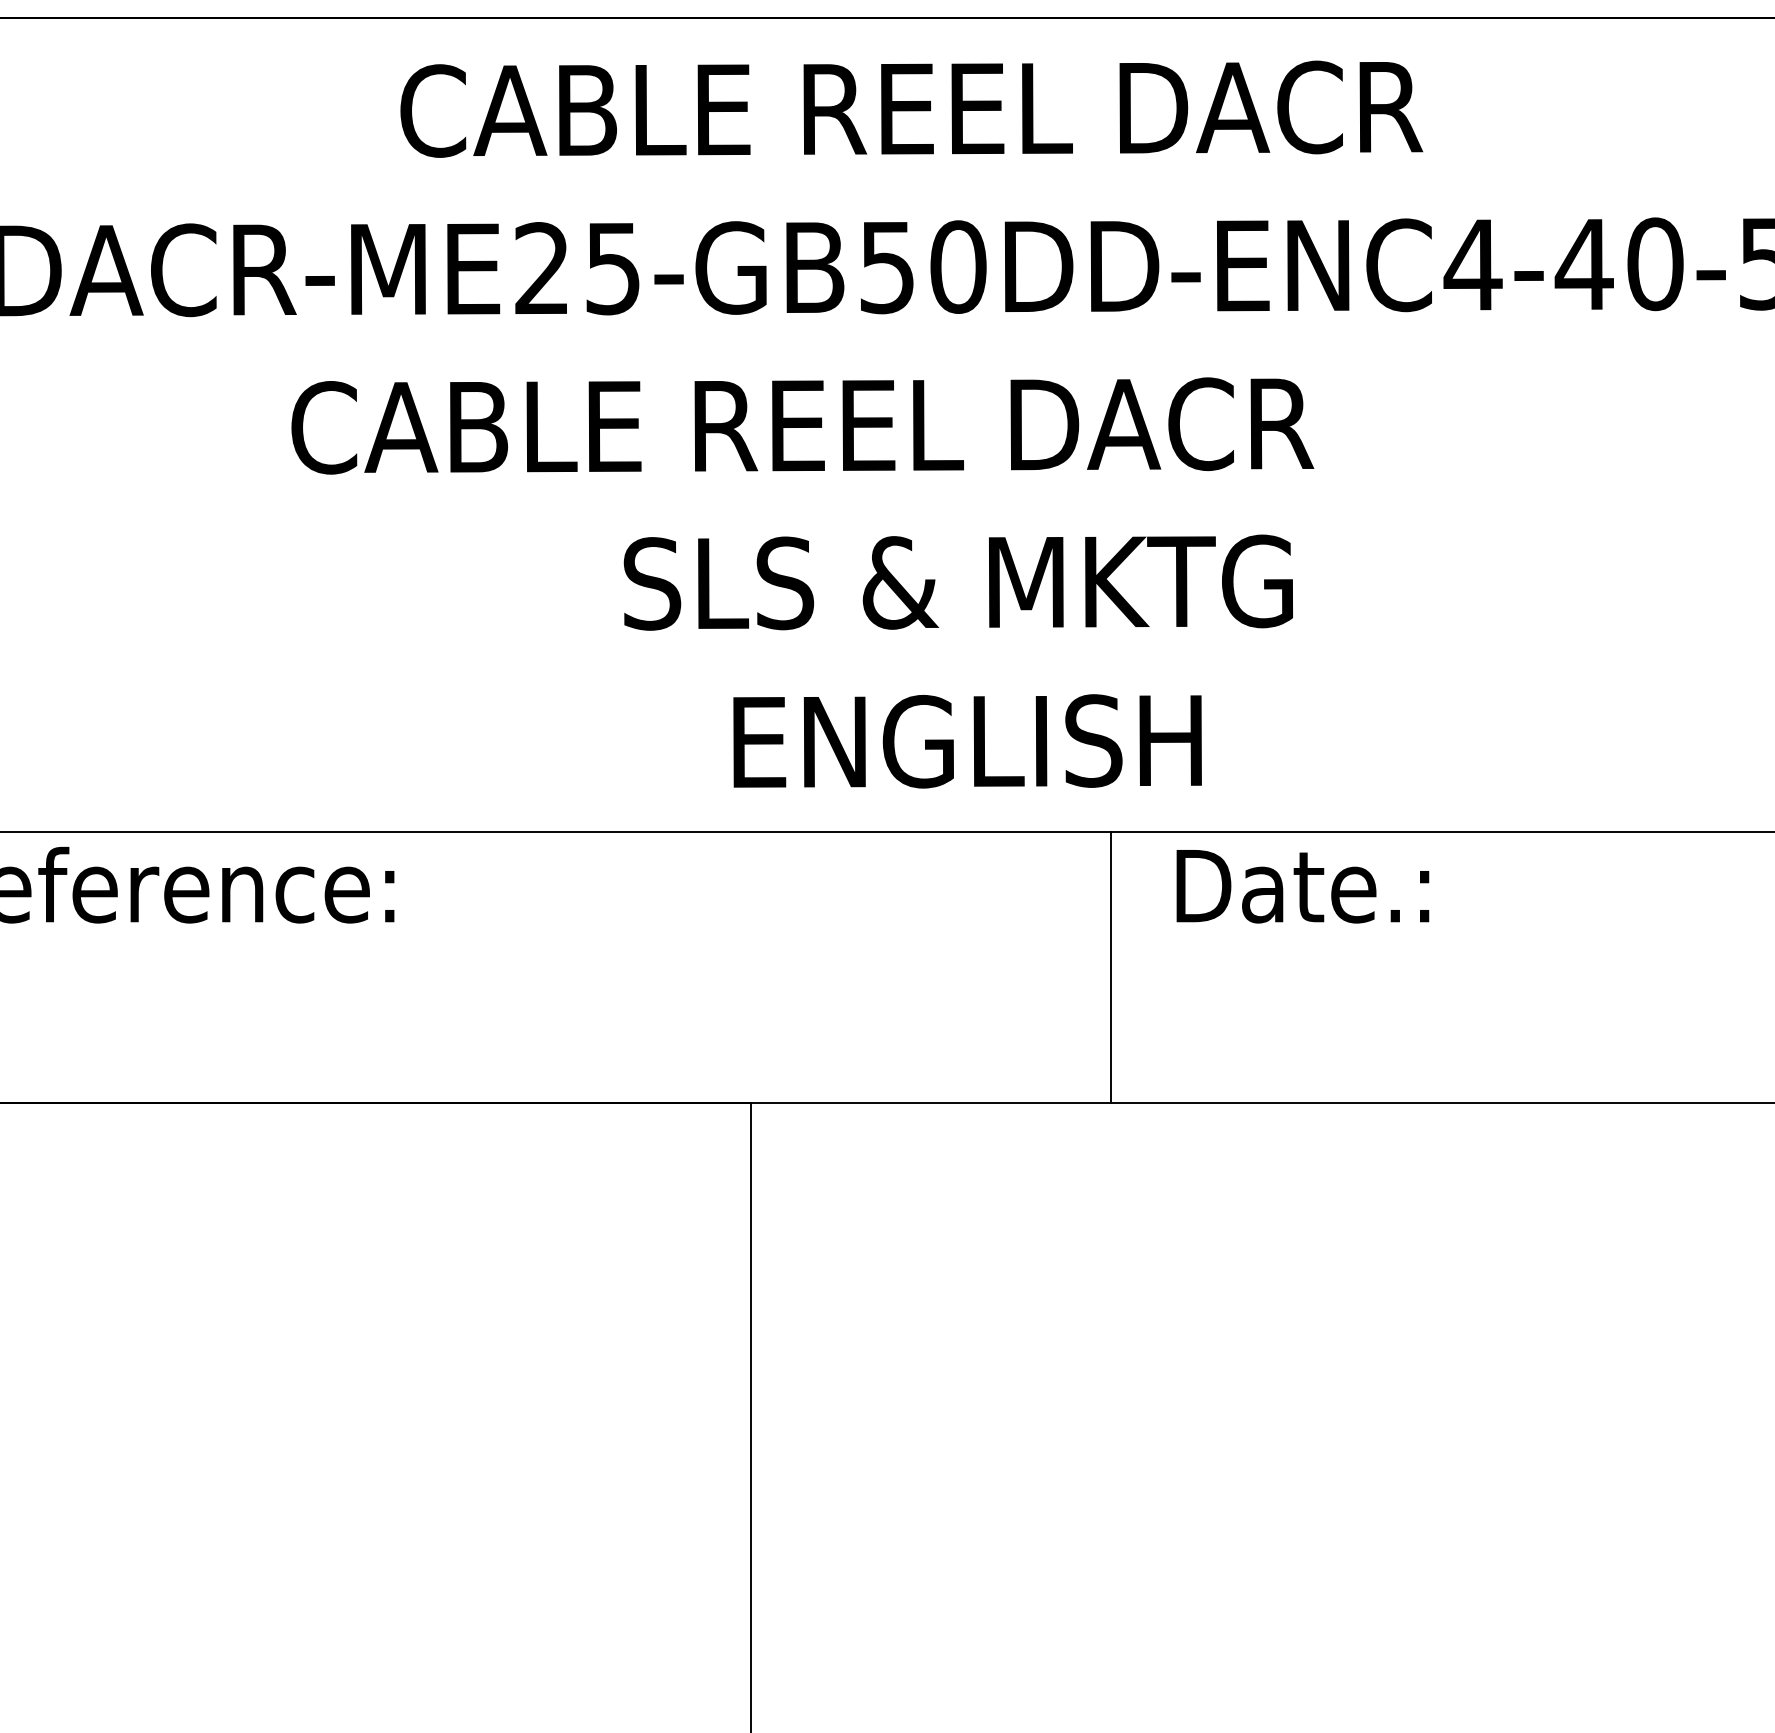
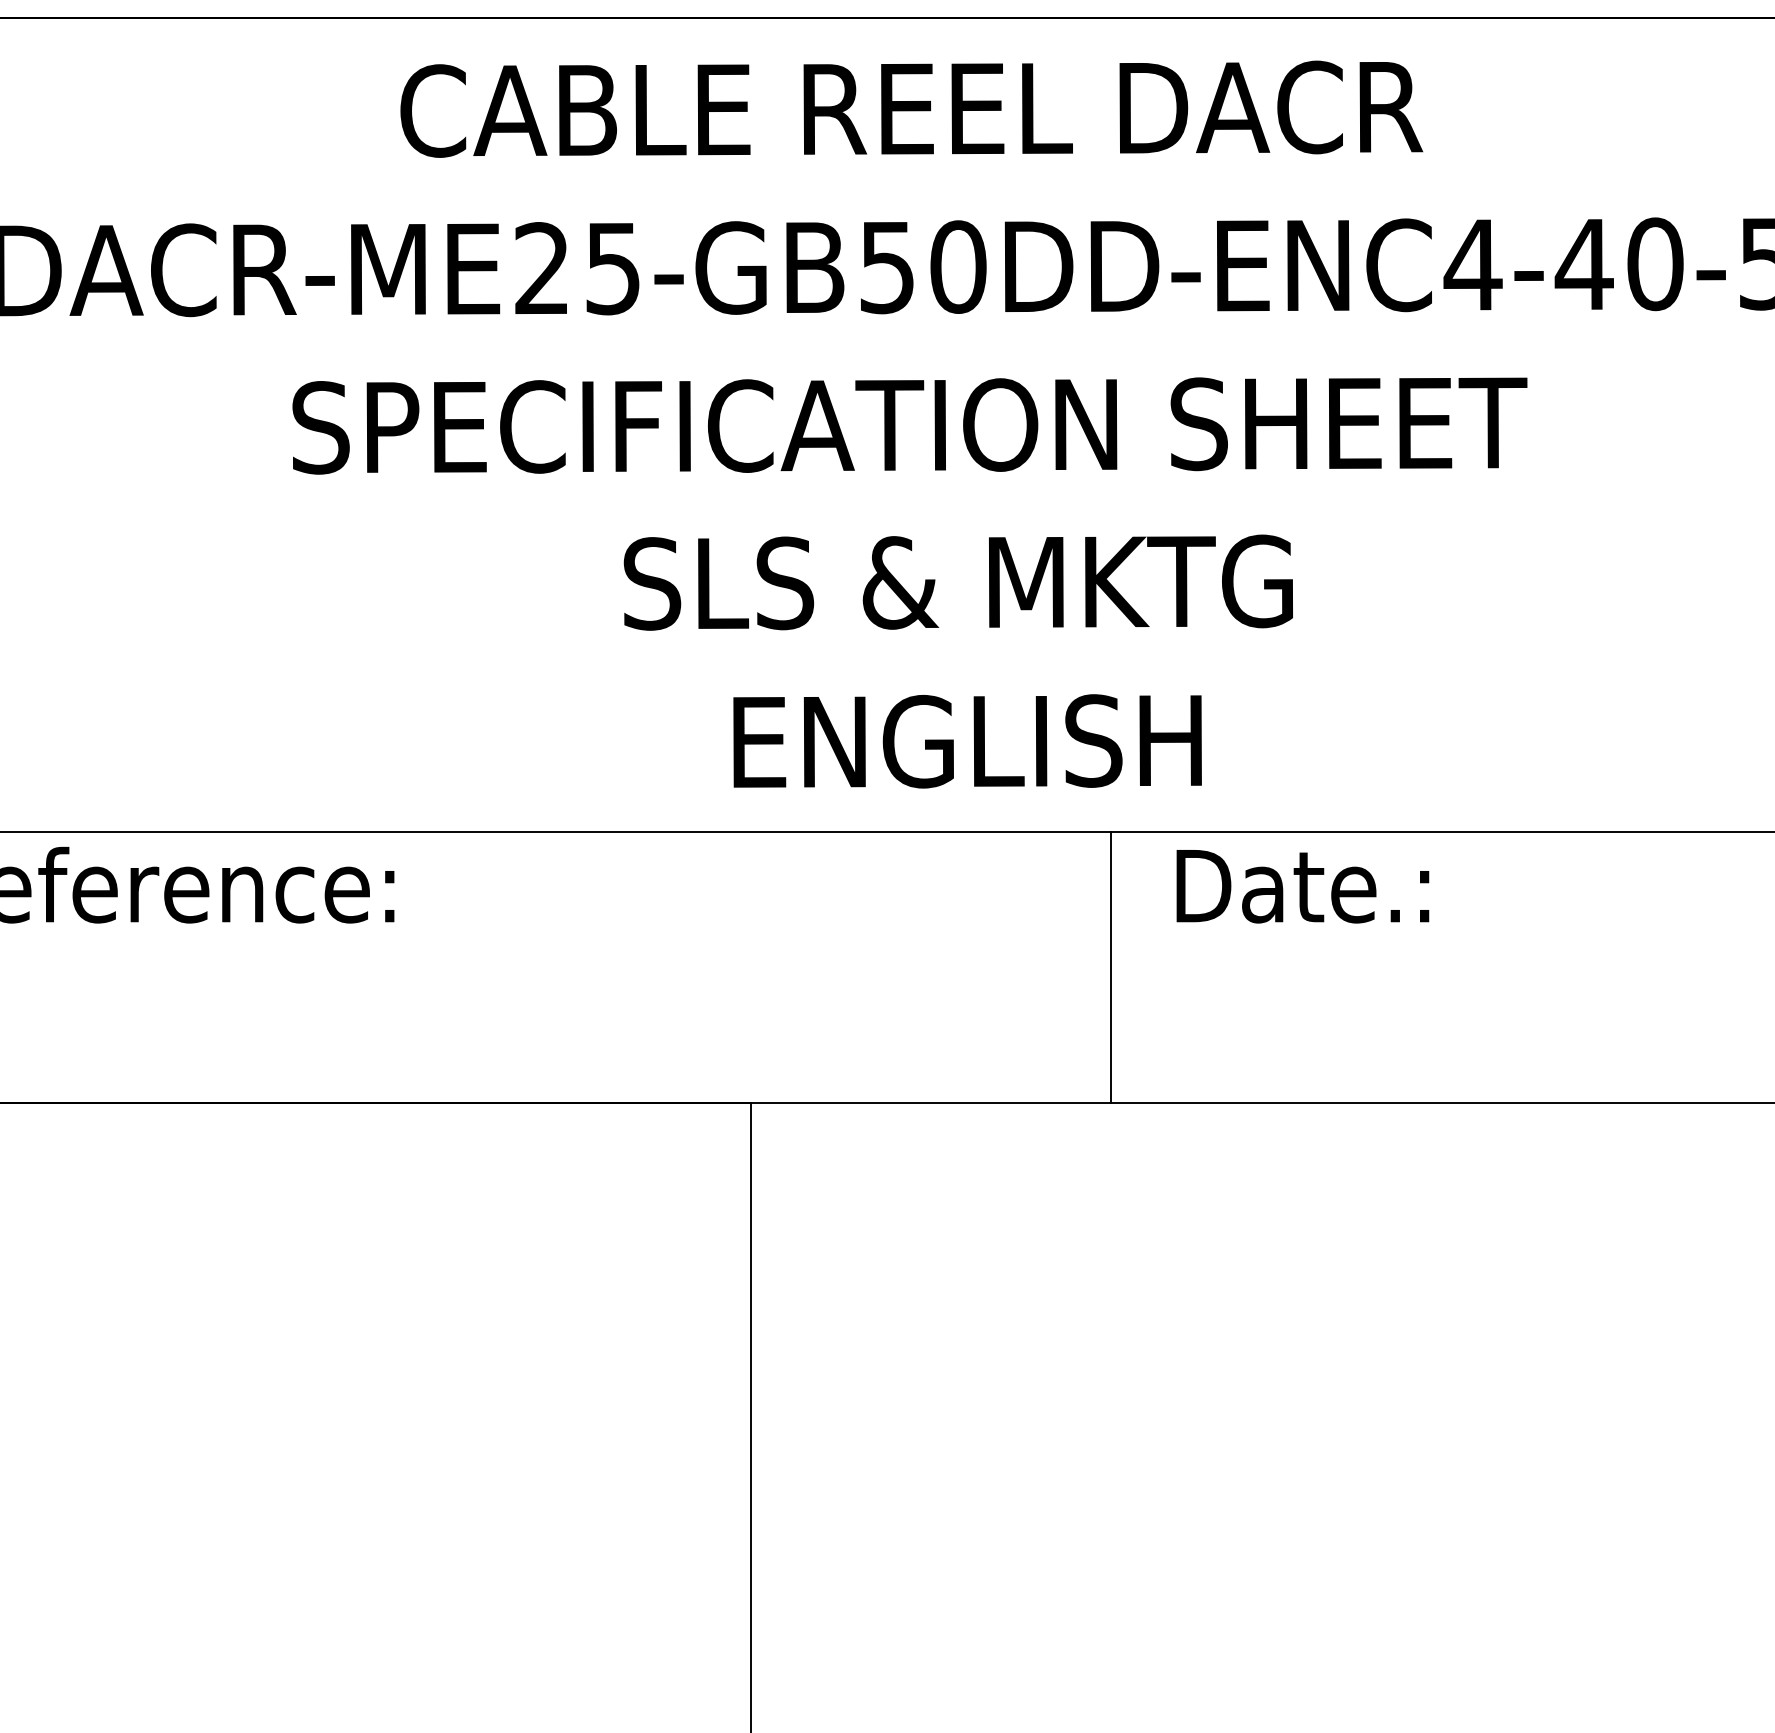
text at (909, 425): CABLE REEL DACR -> SPECIFICATION SHEET
